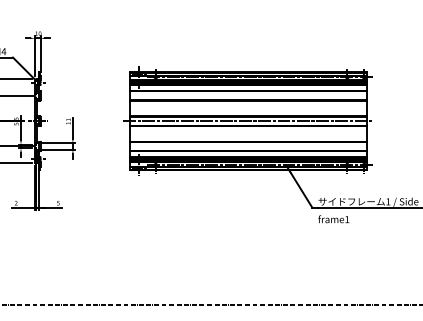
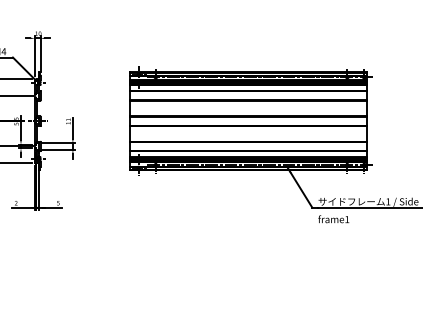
line at (248, 121): present -> none
line at (210, 305): present -> none
